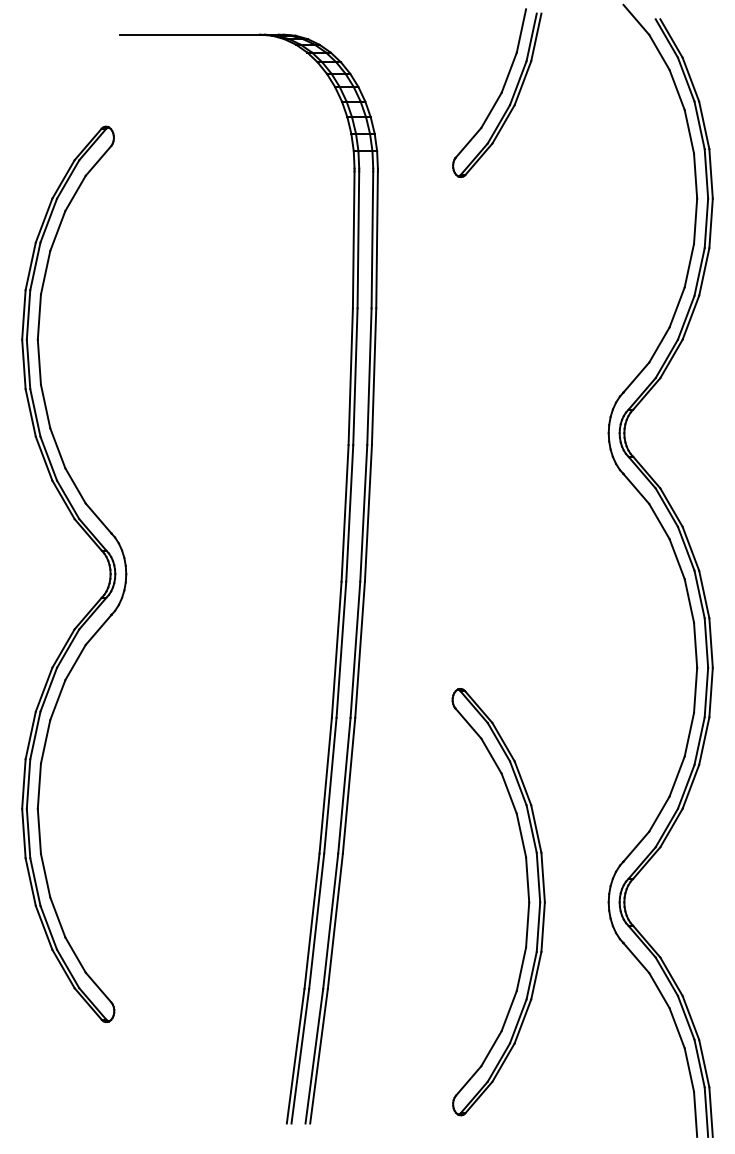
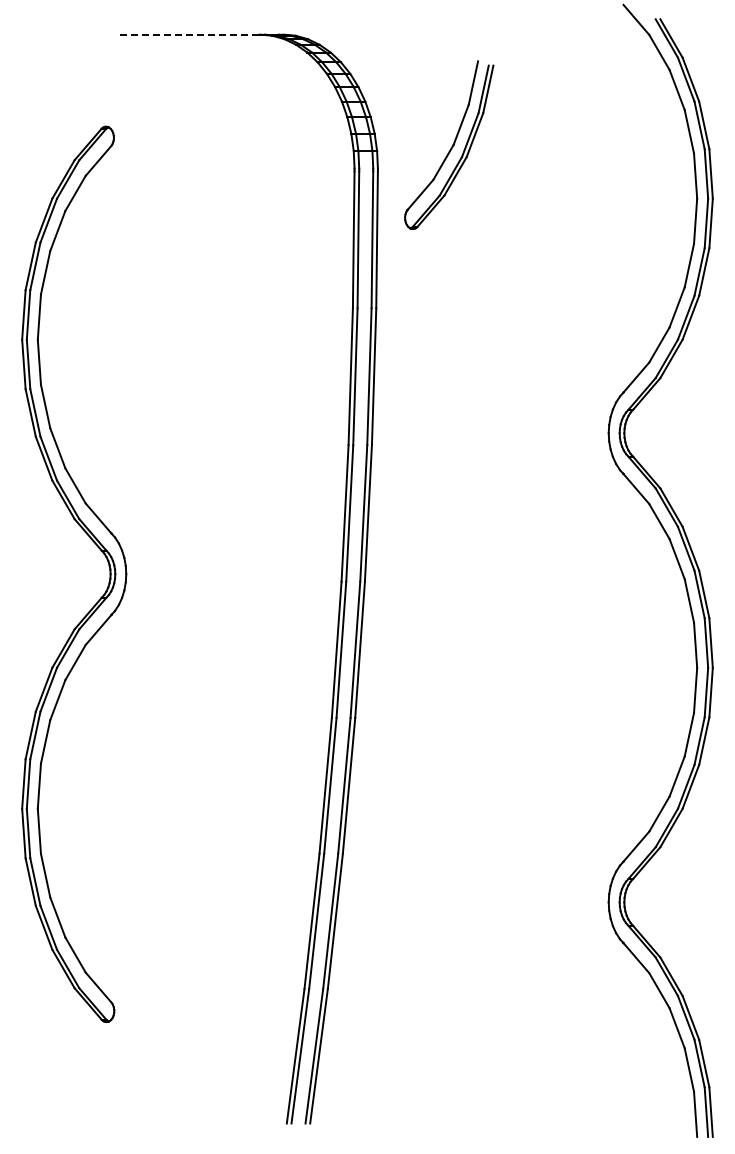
line at (190, 34): solid -> dashed
part at (497, 92) position: (497, 92) -> (449, 144)
part at (527, 896): present -> none
